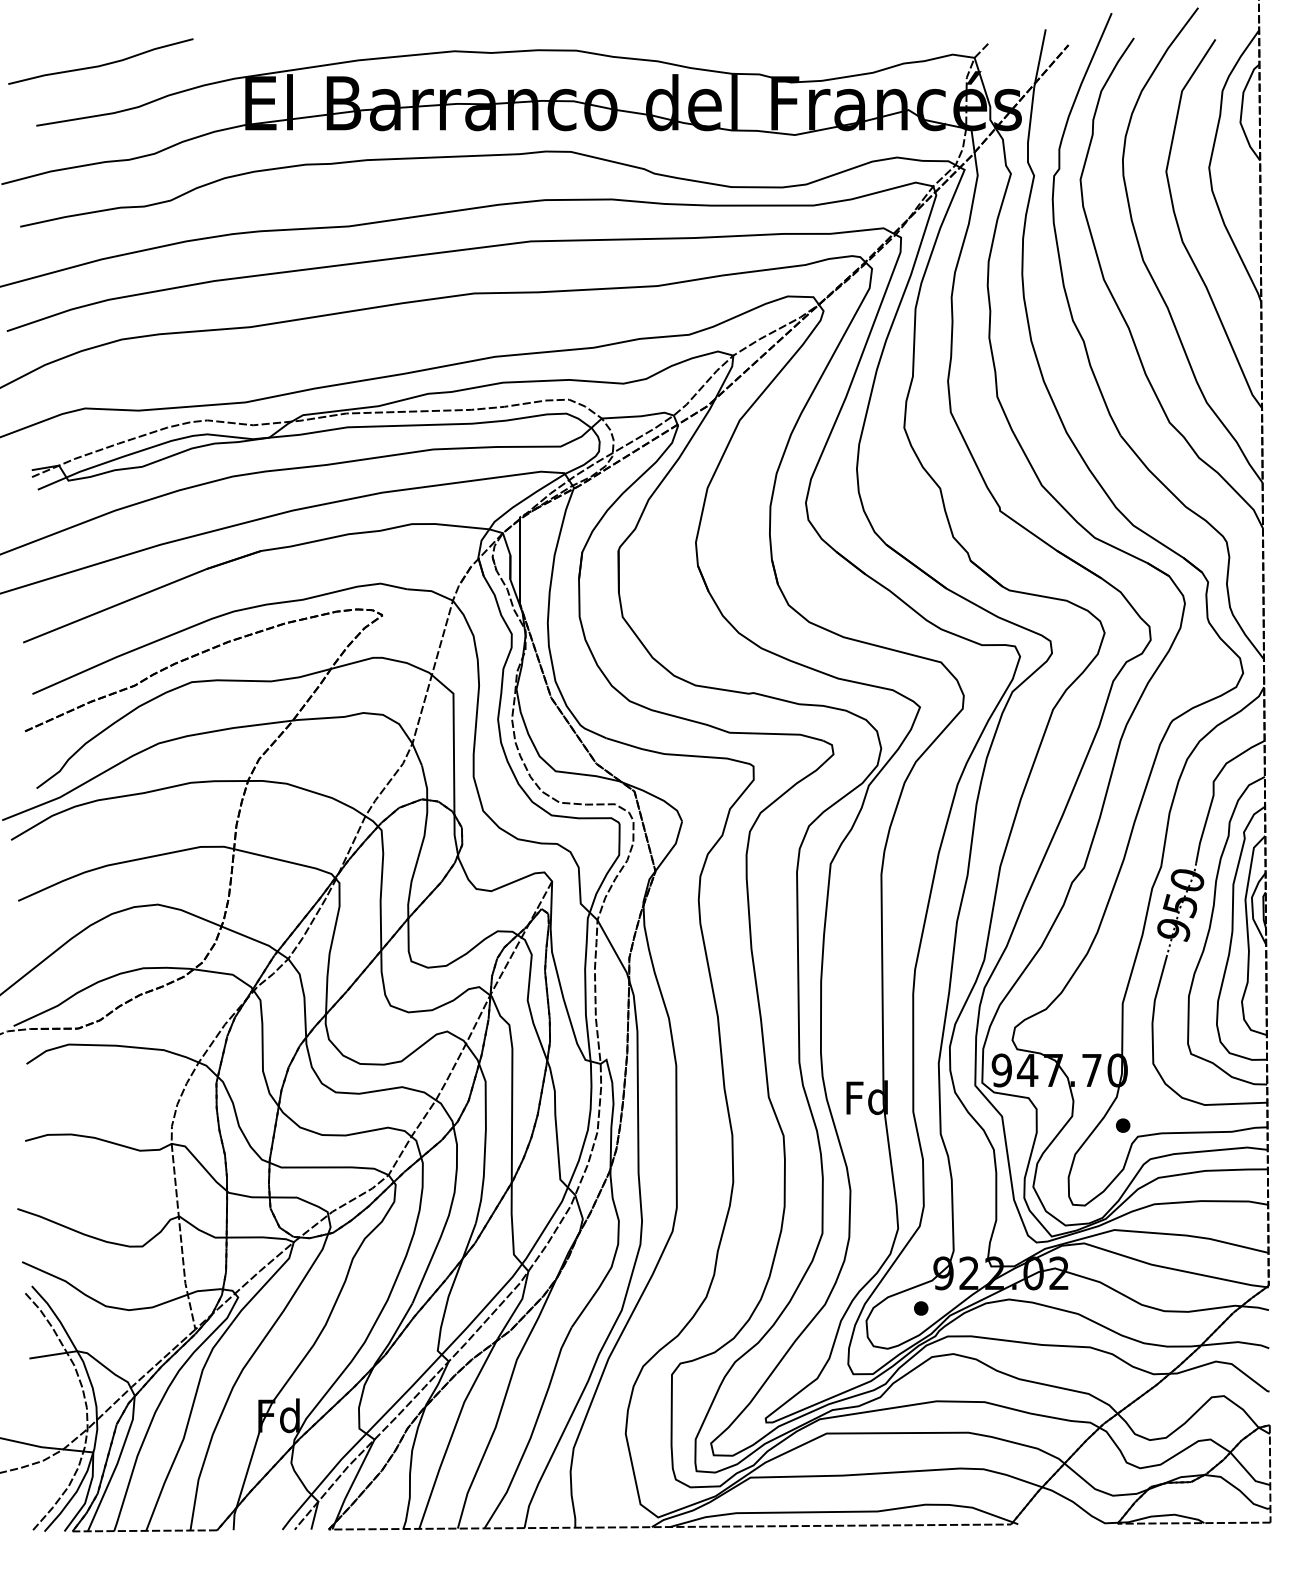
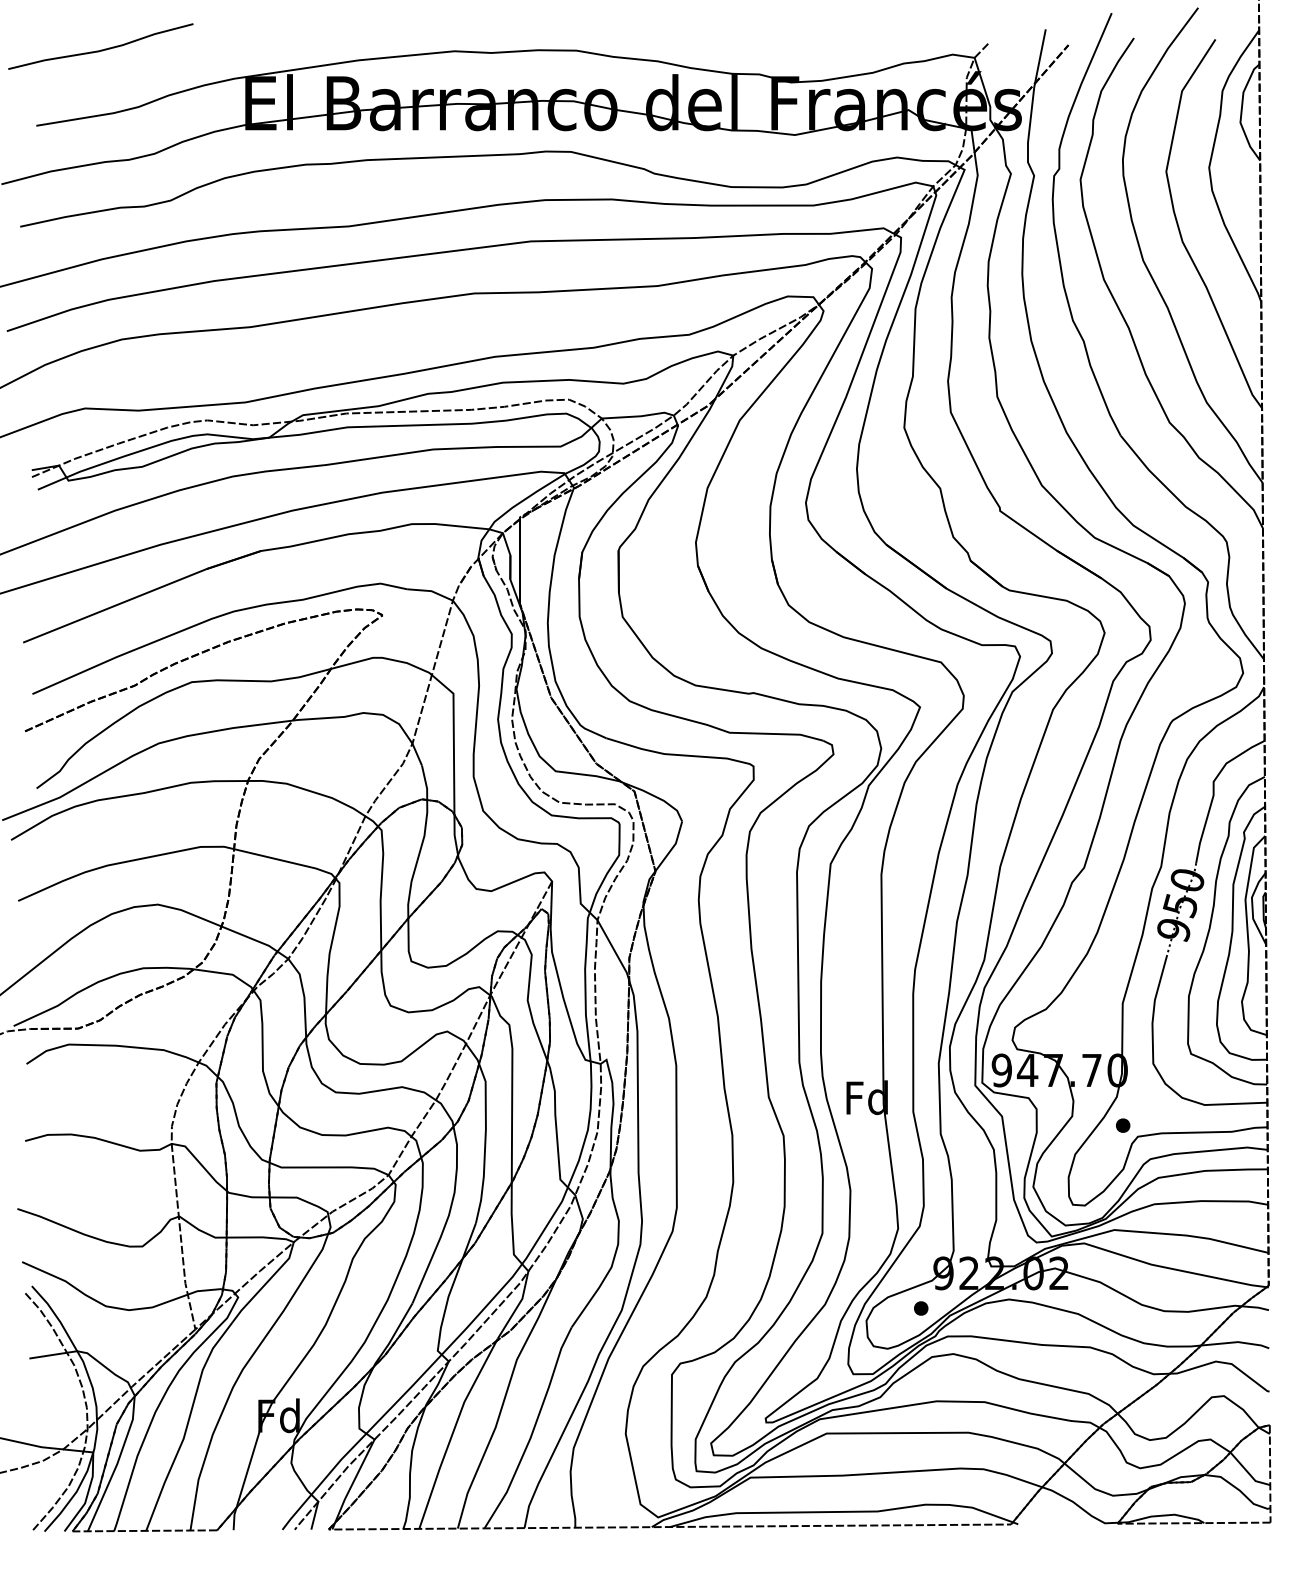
curve at (101, 64) position: (101, 64) -> (101, 49)
